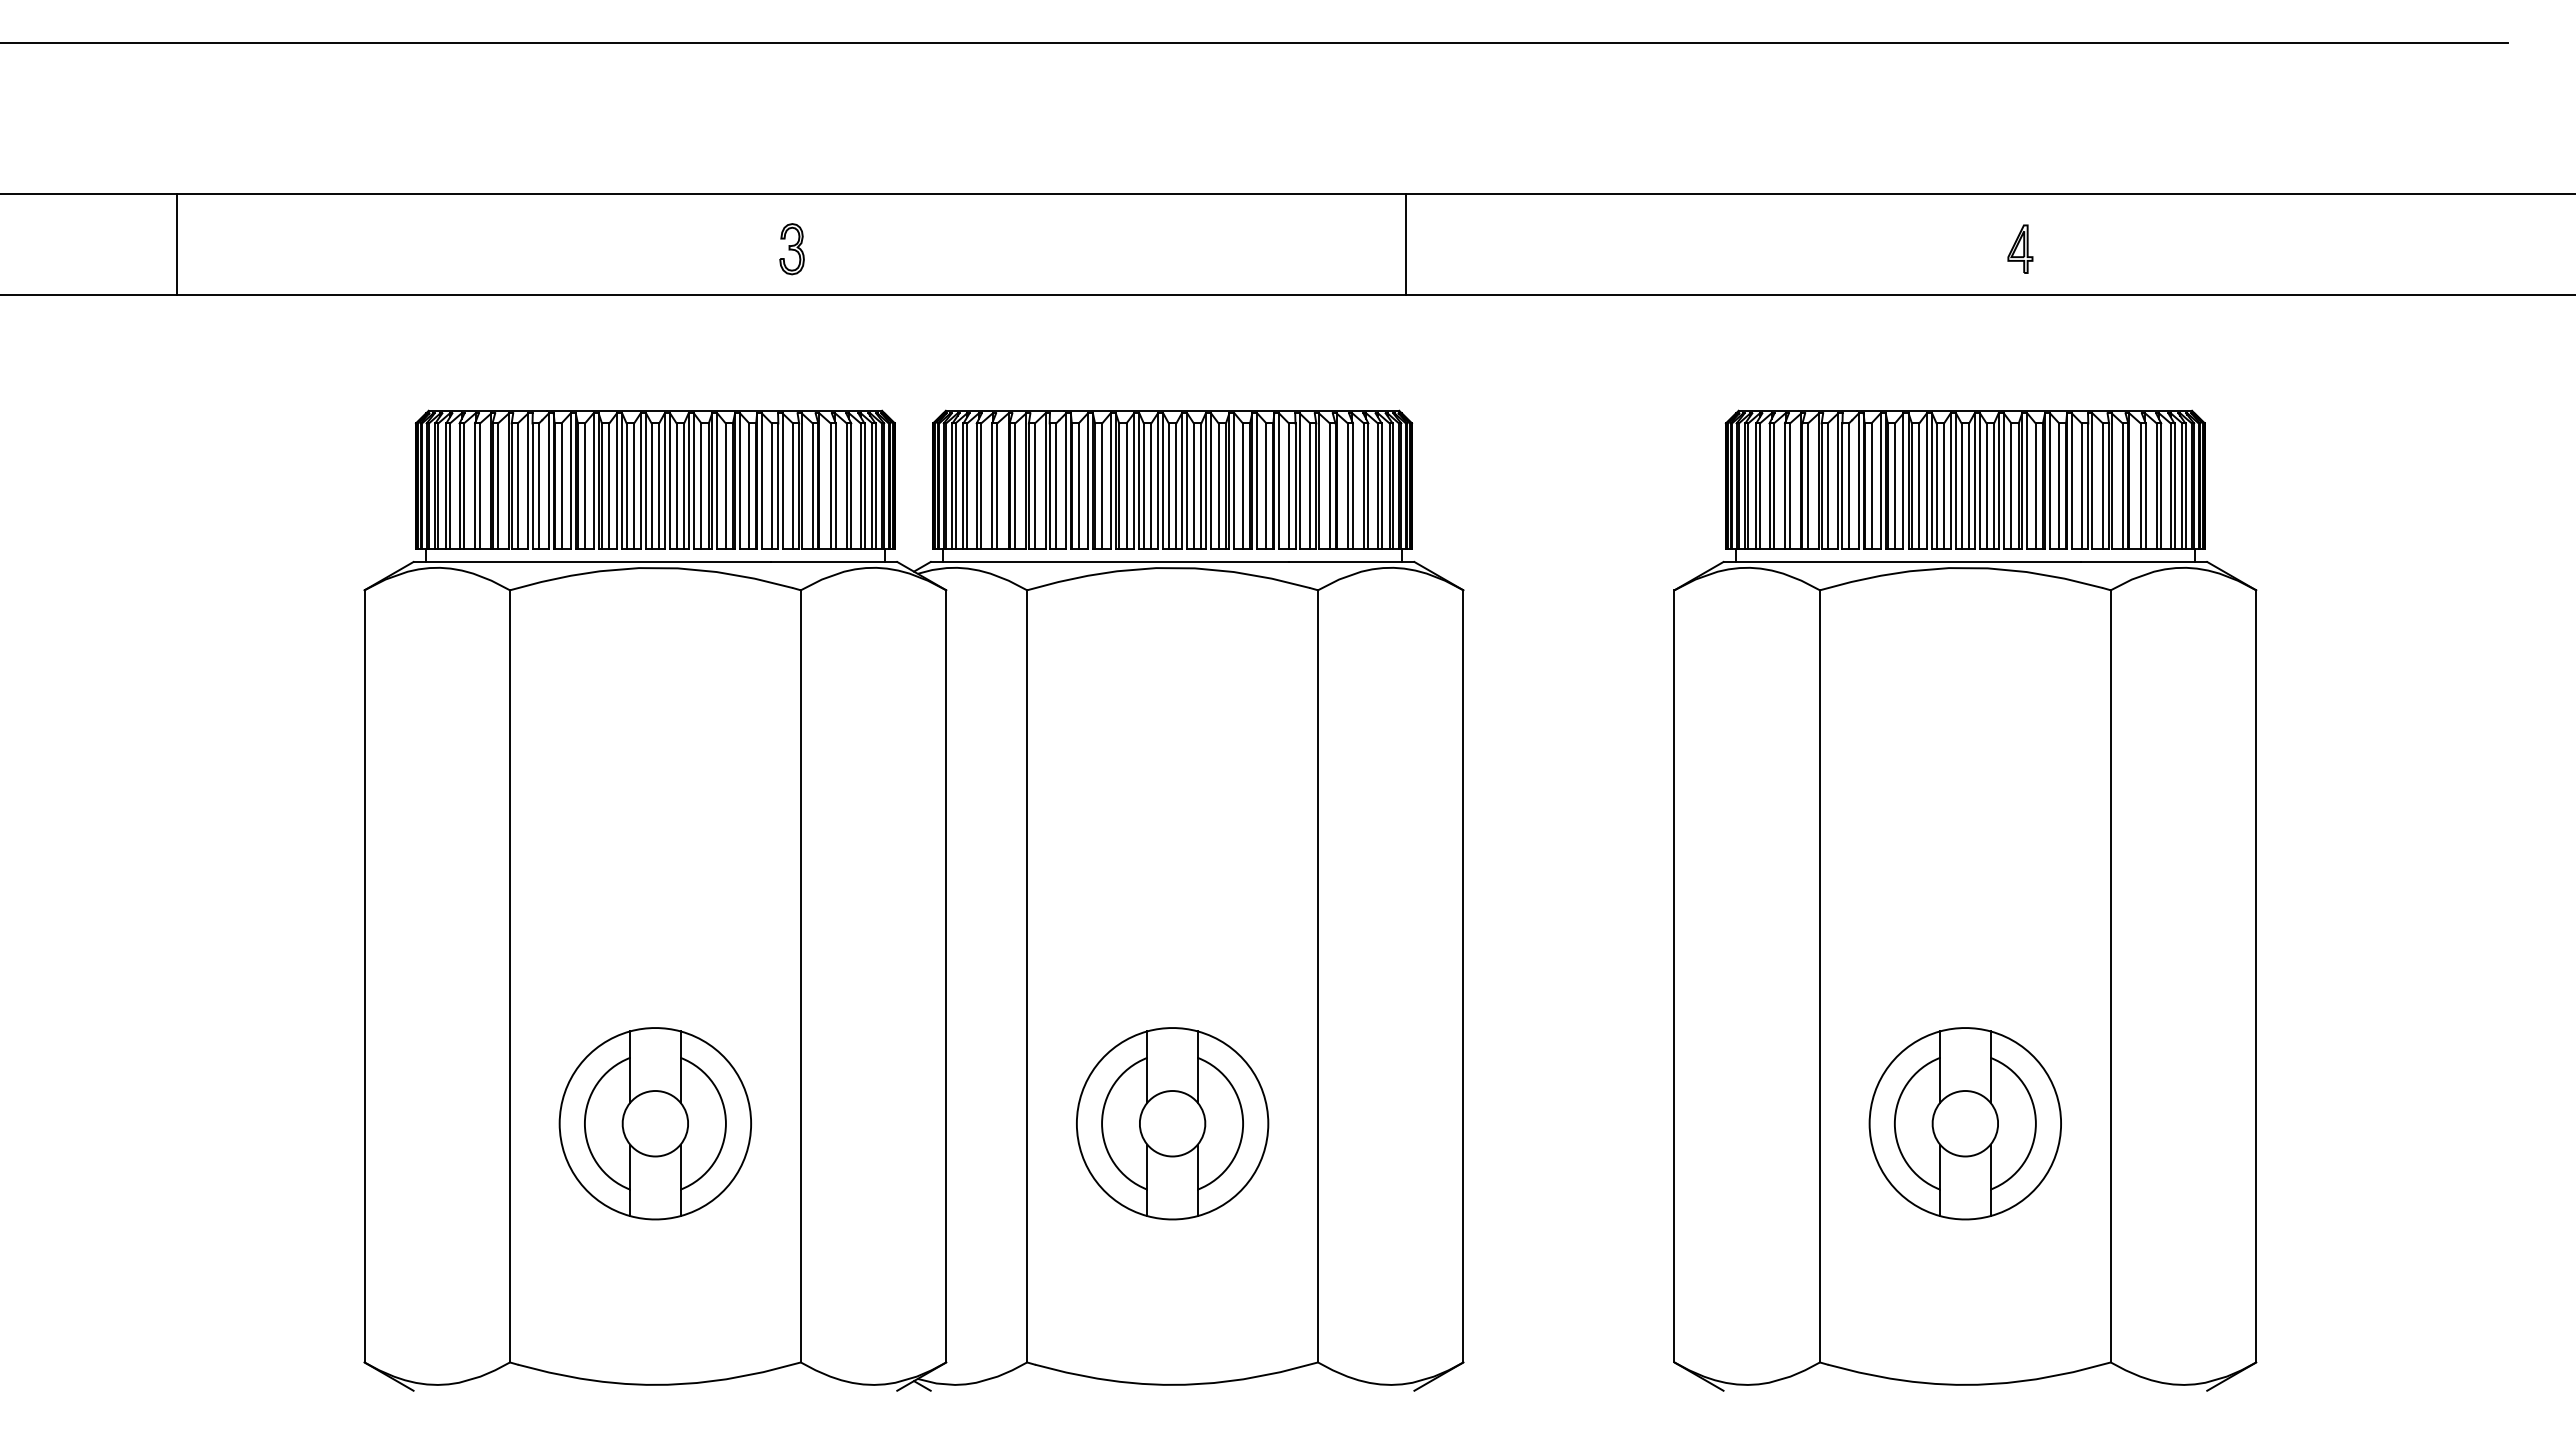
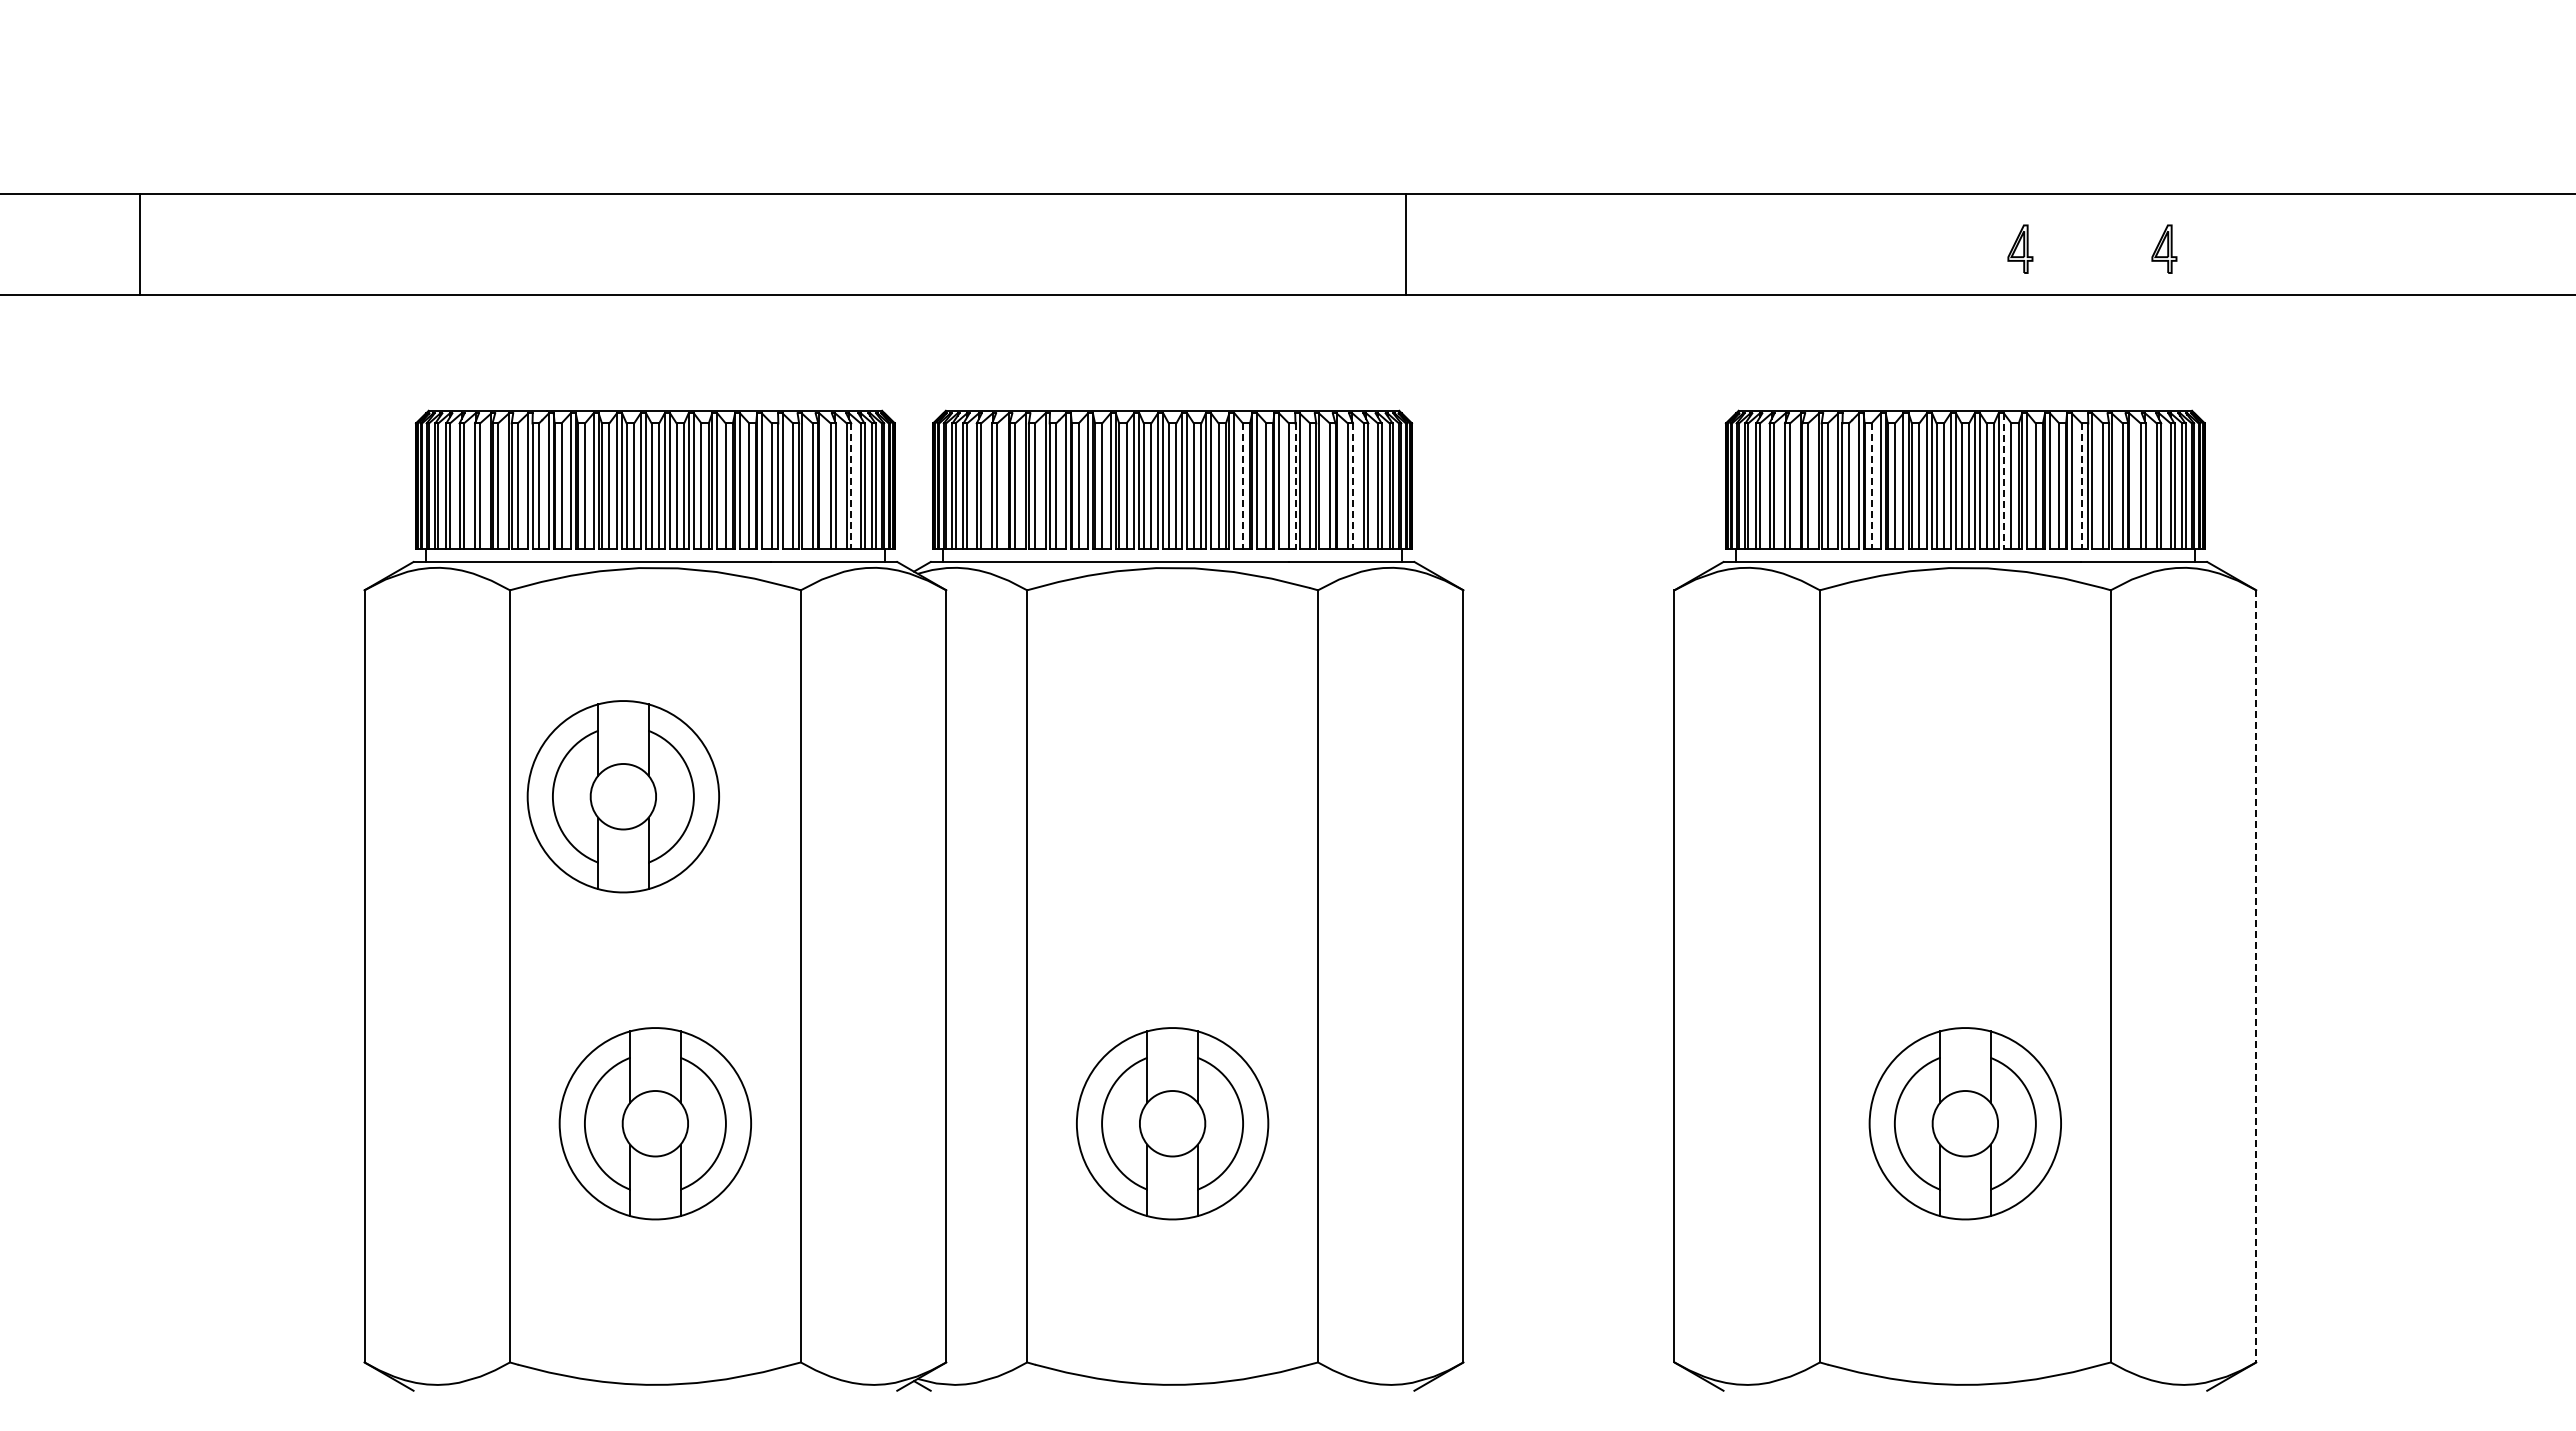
line at (1254, 43): present -> none
line at (177, 244) position: (177, 244) -> (140, 244)
part at (2164, 248): none -> present
part at (791, 249): present -> none
line at (2003, 481): solid -> dashed
line at (851, 486): solid -> dashed
line at (1242, 486): solid -> dashed
line at (1295, 486): solid -> dashed
line at (1352, 486): solid -> dashed
line at (1871, 486): solid -> dashed
line at (2081, 486): solid -> dashed
part at (622, 796): none -> present
line at (2256, 976): solid -> dashed
